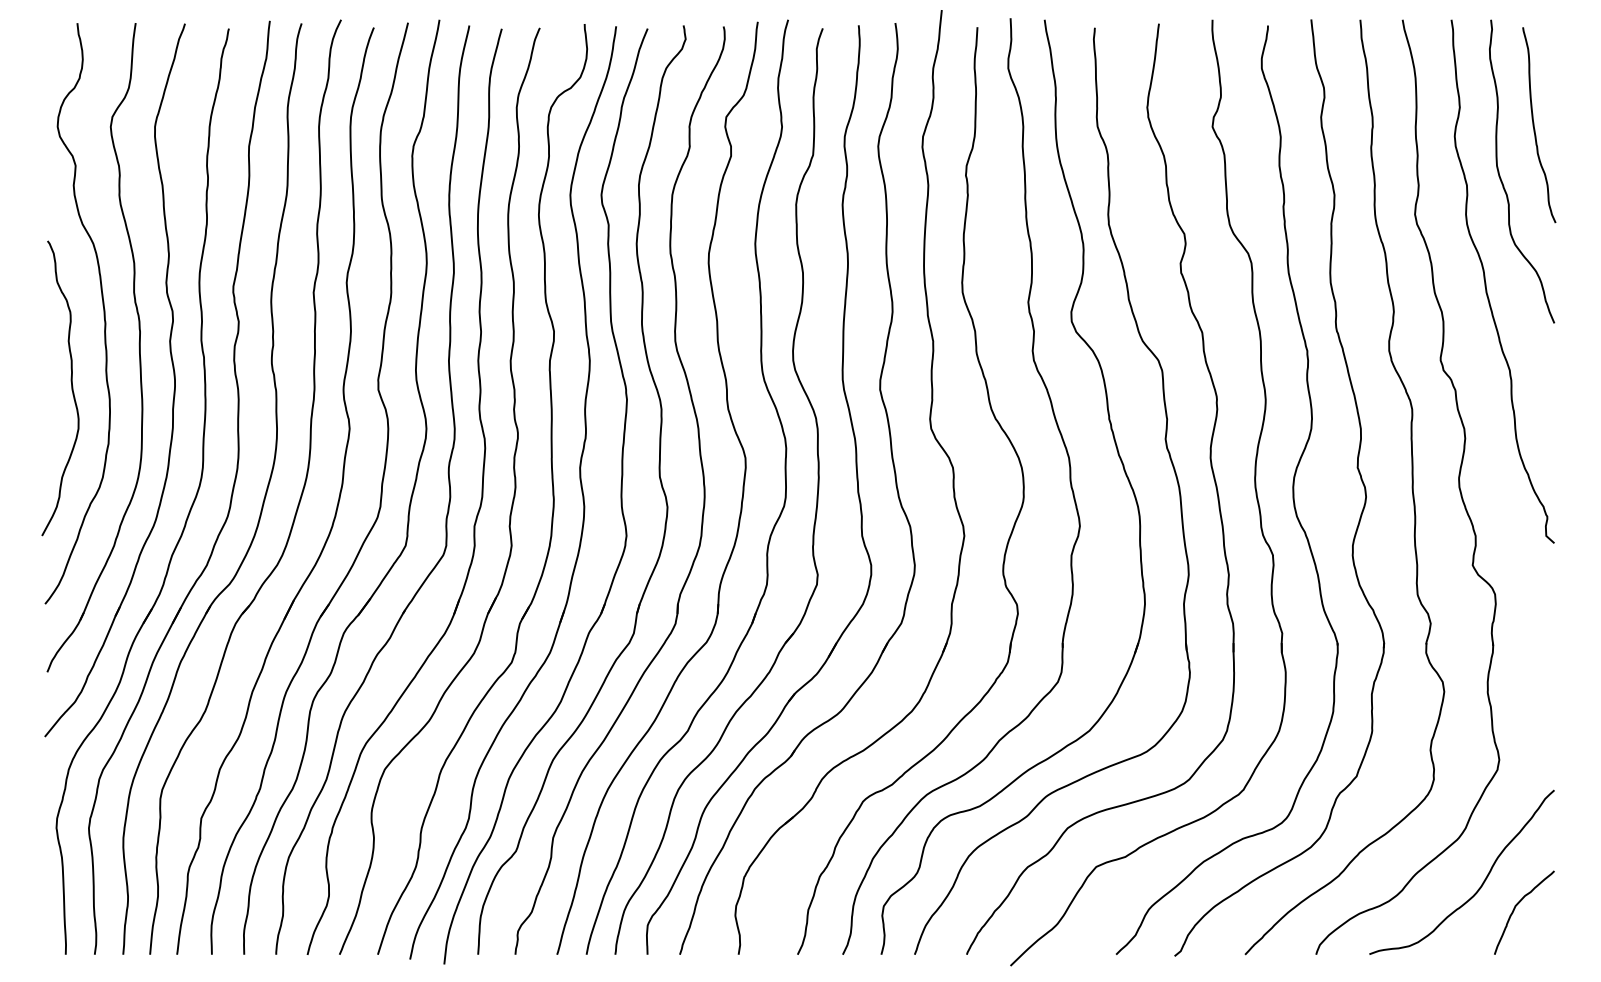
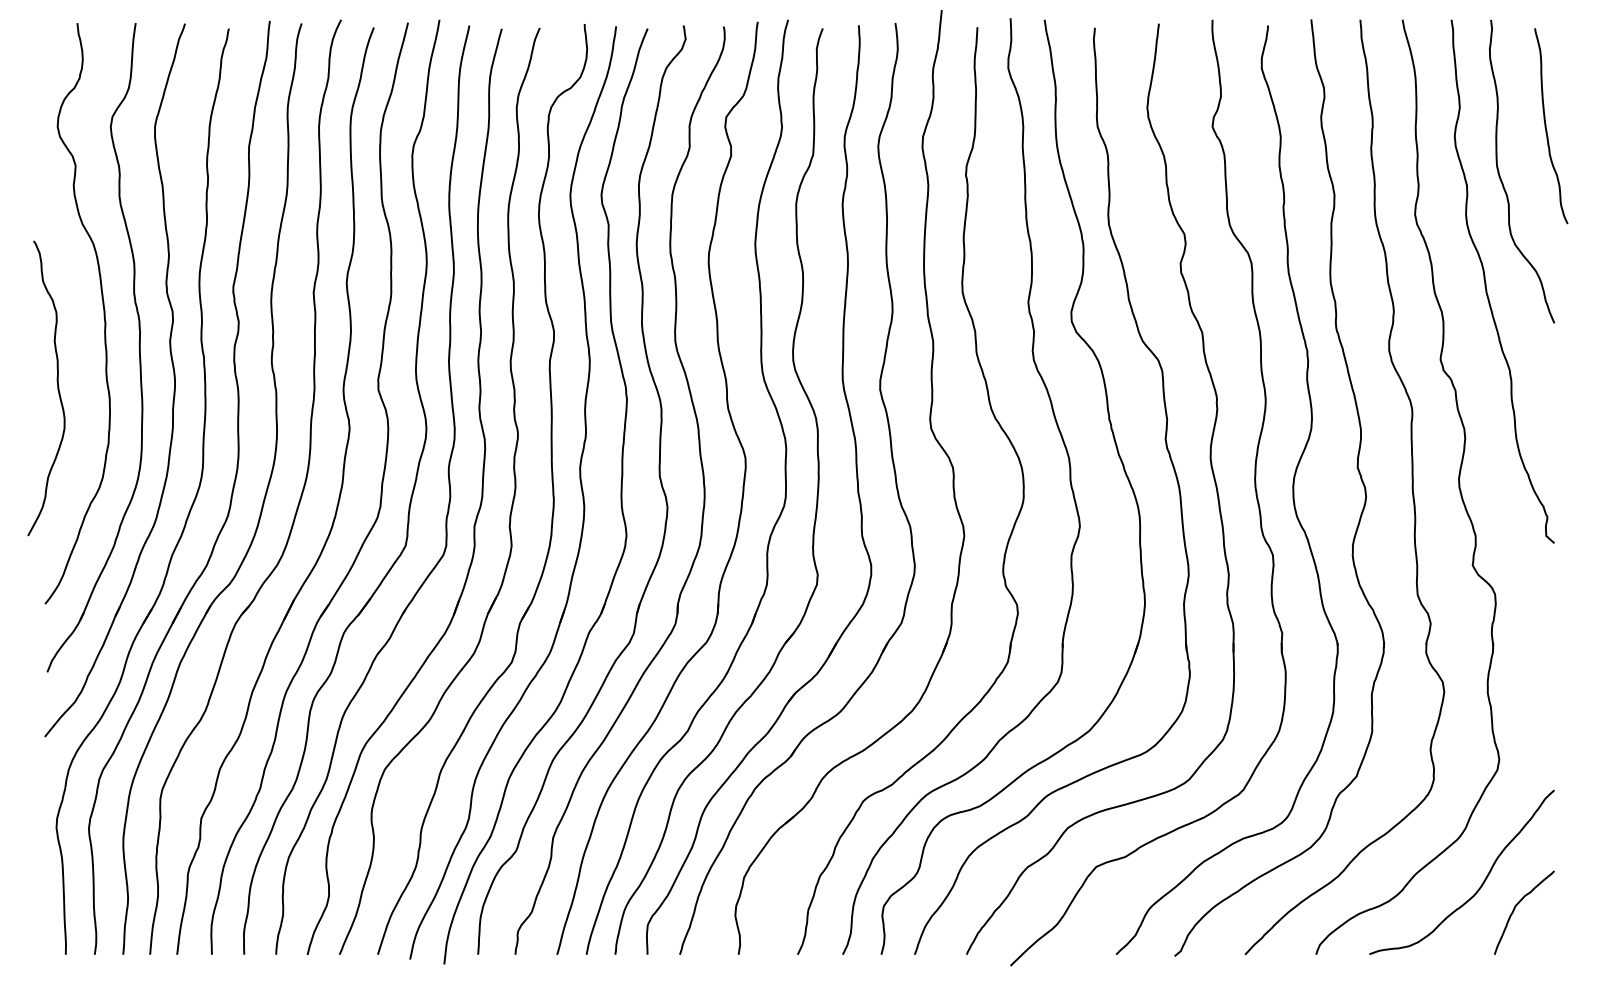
curve at (1534, 125) position: (1534, 125) -> (1546, 126)
curve at (71, 388) position: (71, 388) -> (57, 388)
